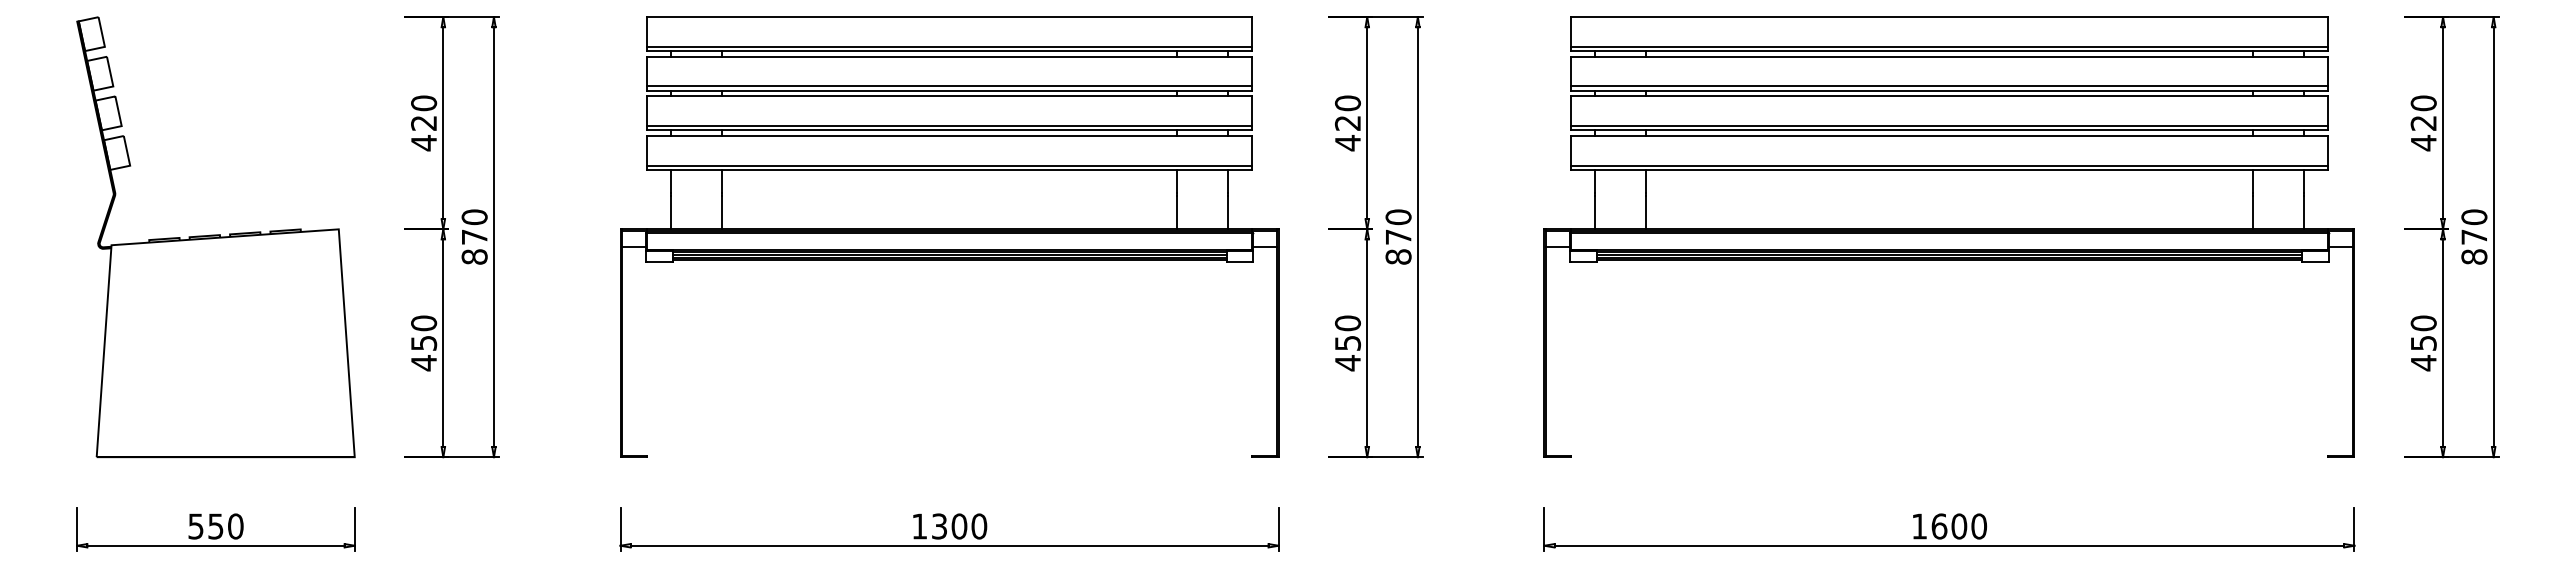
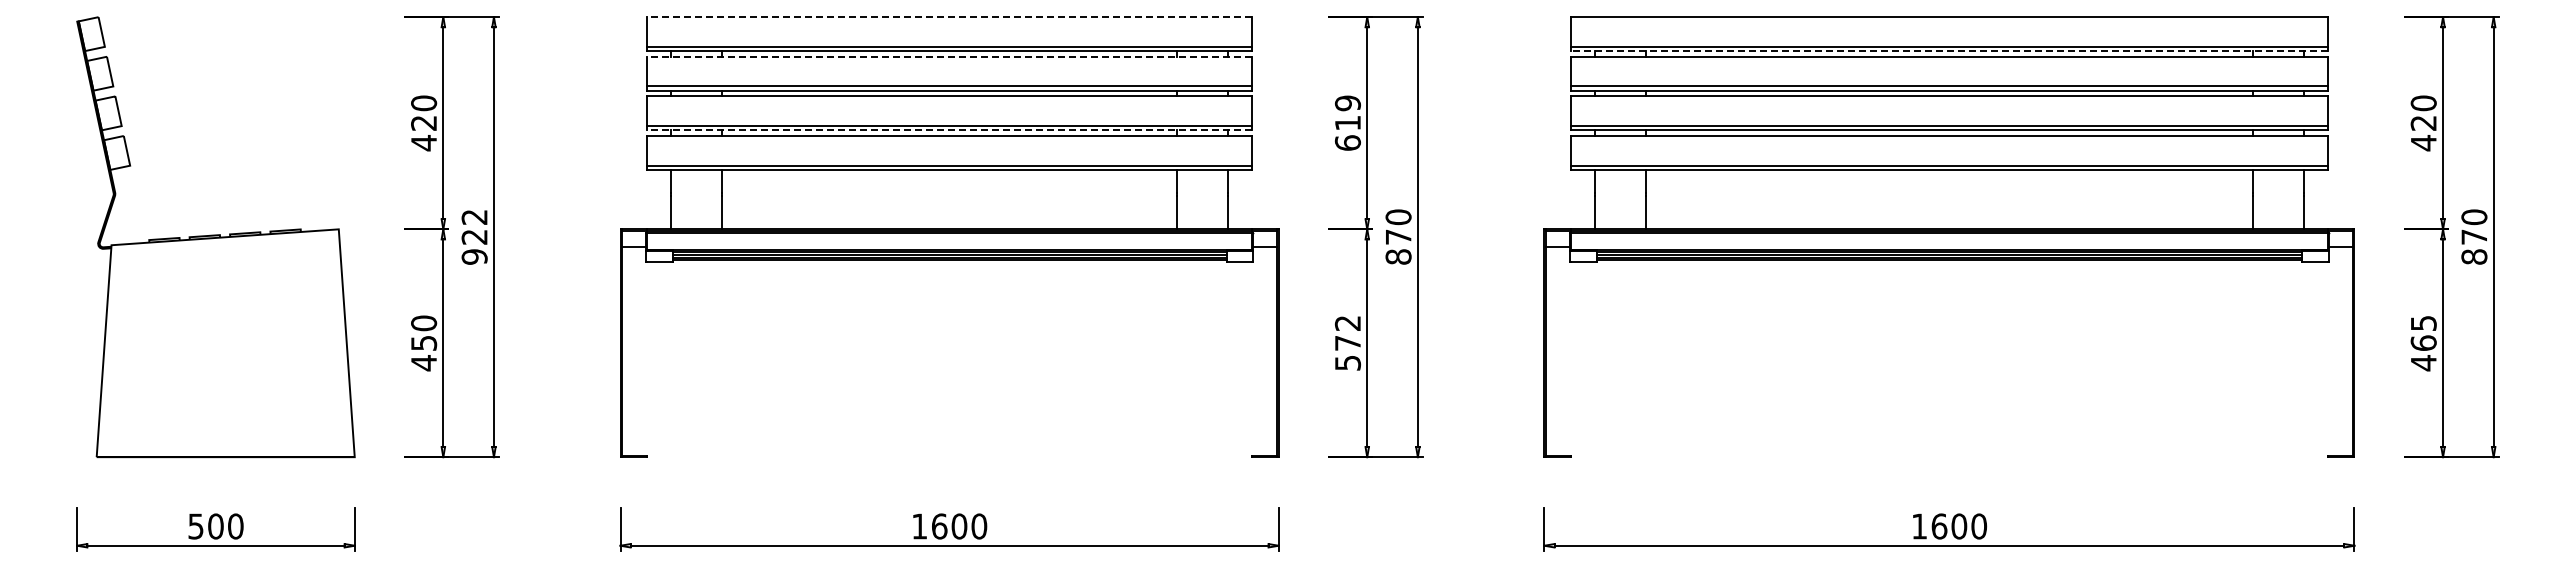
line at (949, 17): solid -> dashed
line at (1948, 51): solid -> dashed
line at (949, 56): solid -> dashed
text at (1347, 123): 420 -> 619
line at (949, 130): solid -> dashed
text at (474, 236): 870 -> 922
text at (2423, 332): 450 -> 465
text at (1347, 343): 450 -> 572
text at (215, 526): 550 -> 500
text at (939, 526): 1300 -> 1600
